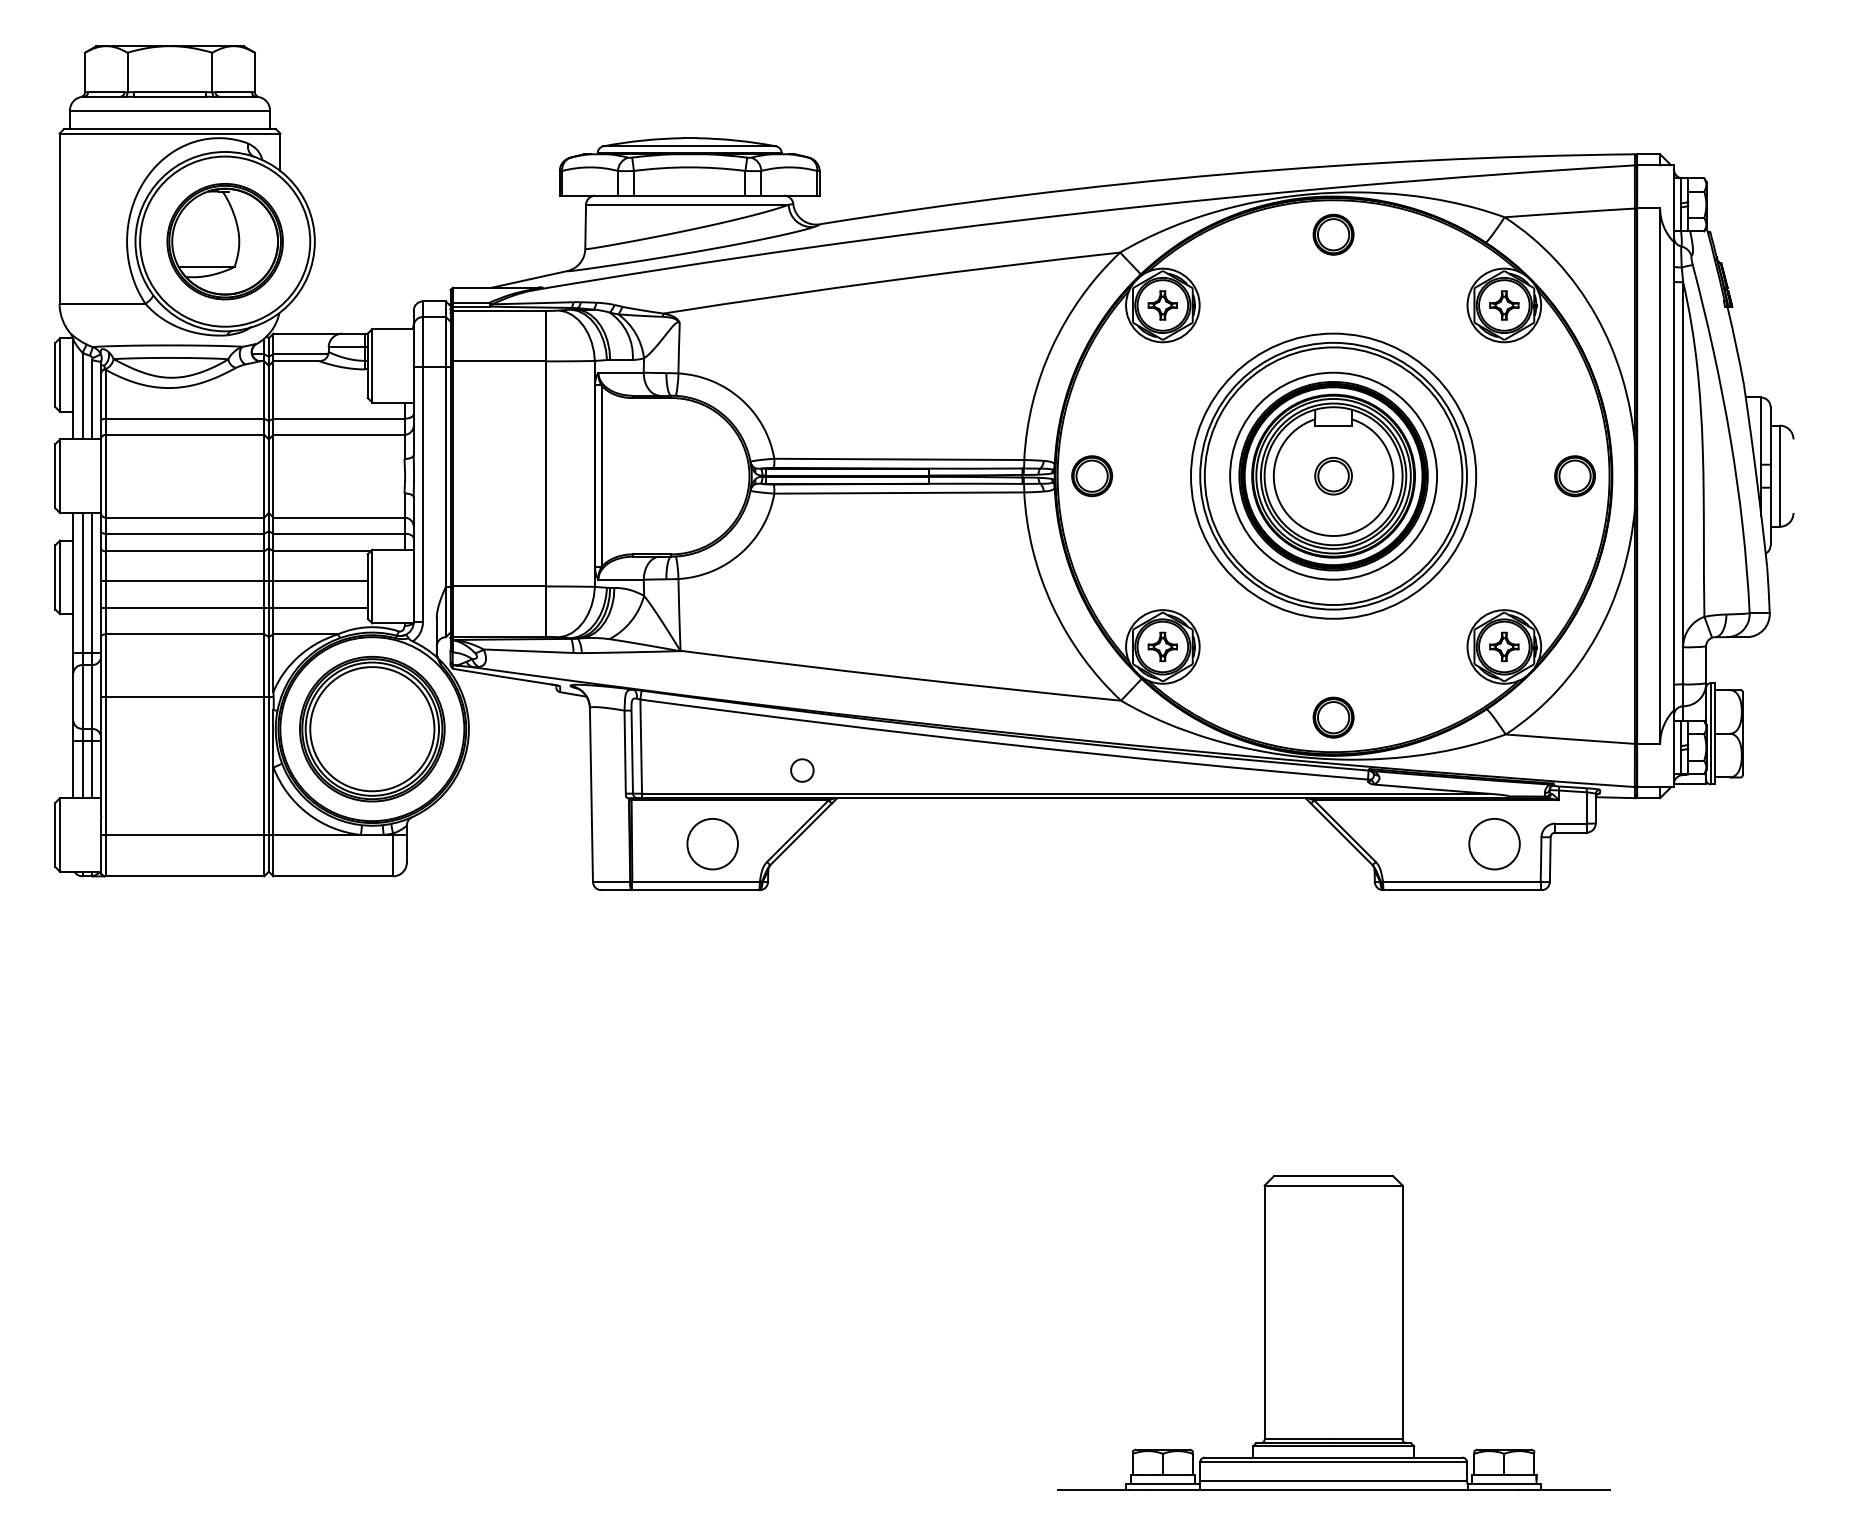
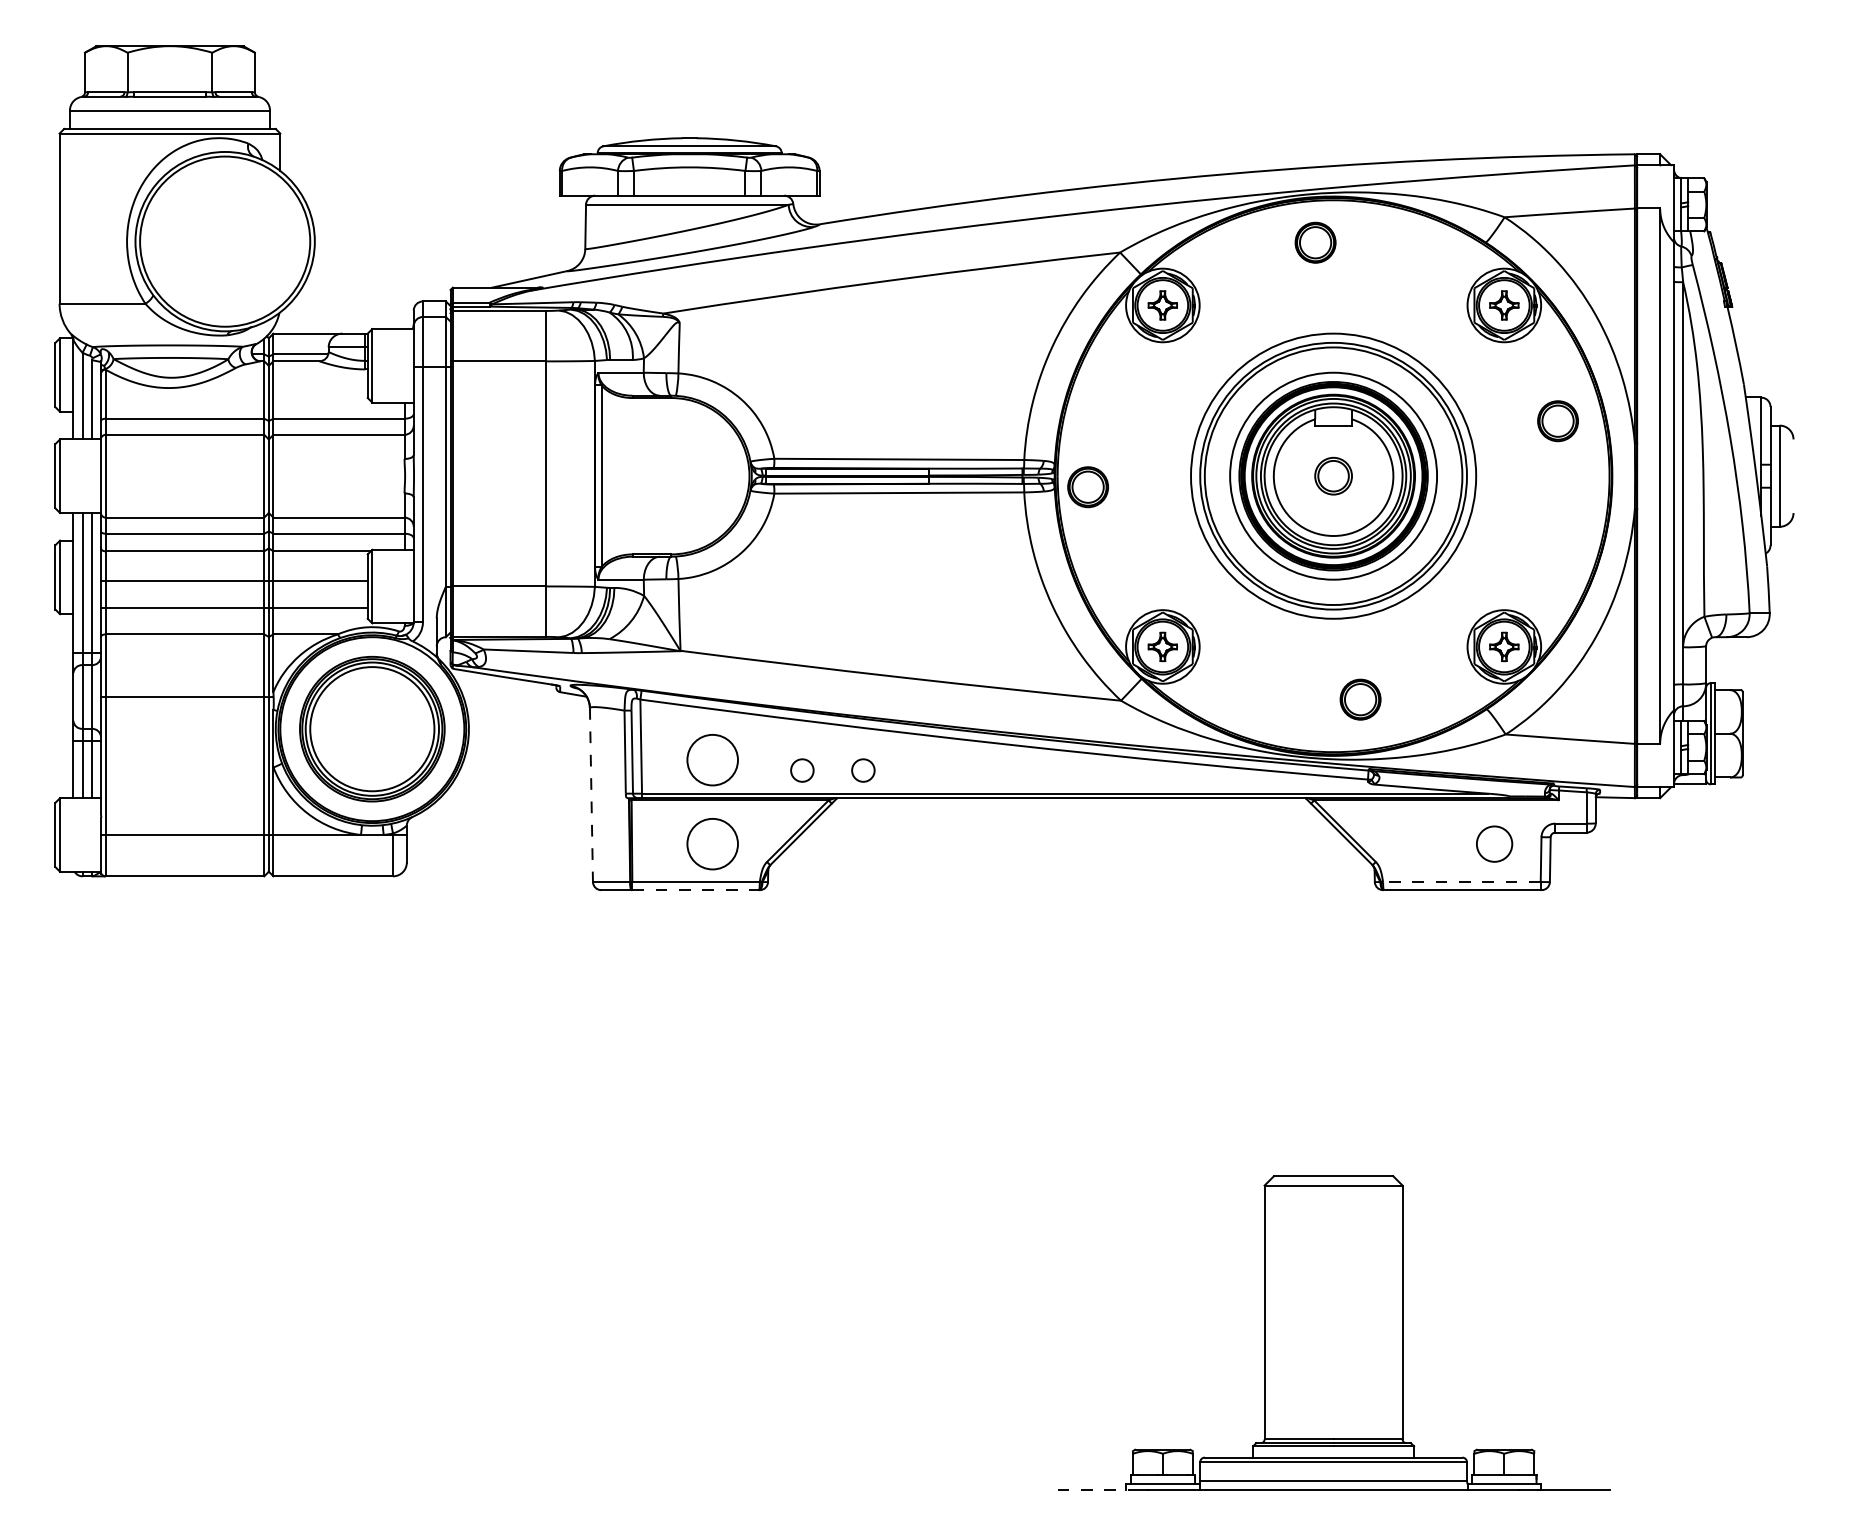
part at (1333, 234) position: (1333, 234) -> (1315, 242)
part at (224, 241): present -> none
part at (1091, 476) position: (1091, 476) -> (1087, 487)
part at (1574, 476) position: (1574, 476) -> (1557, 421)
part at (1333, 717) position: (1333, 717) -> (1360, 699)
circle at (712, 760): none -> present
circle at (863, 770): none -> present
line at (591, 795): solid -> dashed
circle at (1494, 843) diameter: 51 px -> 35 px
line at (1461, 882): solid -> dashed
line at (696, 890): solid -> dashed
line at (1093, 1489): solid -> dashed
